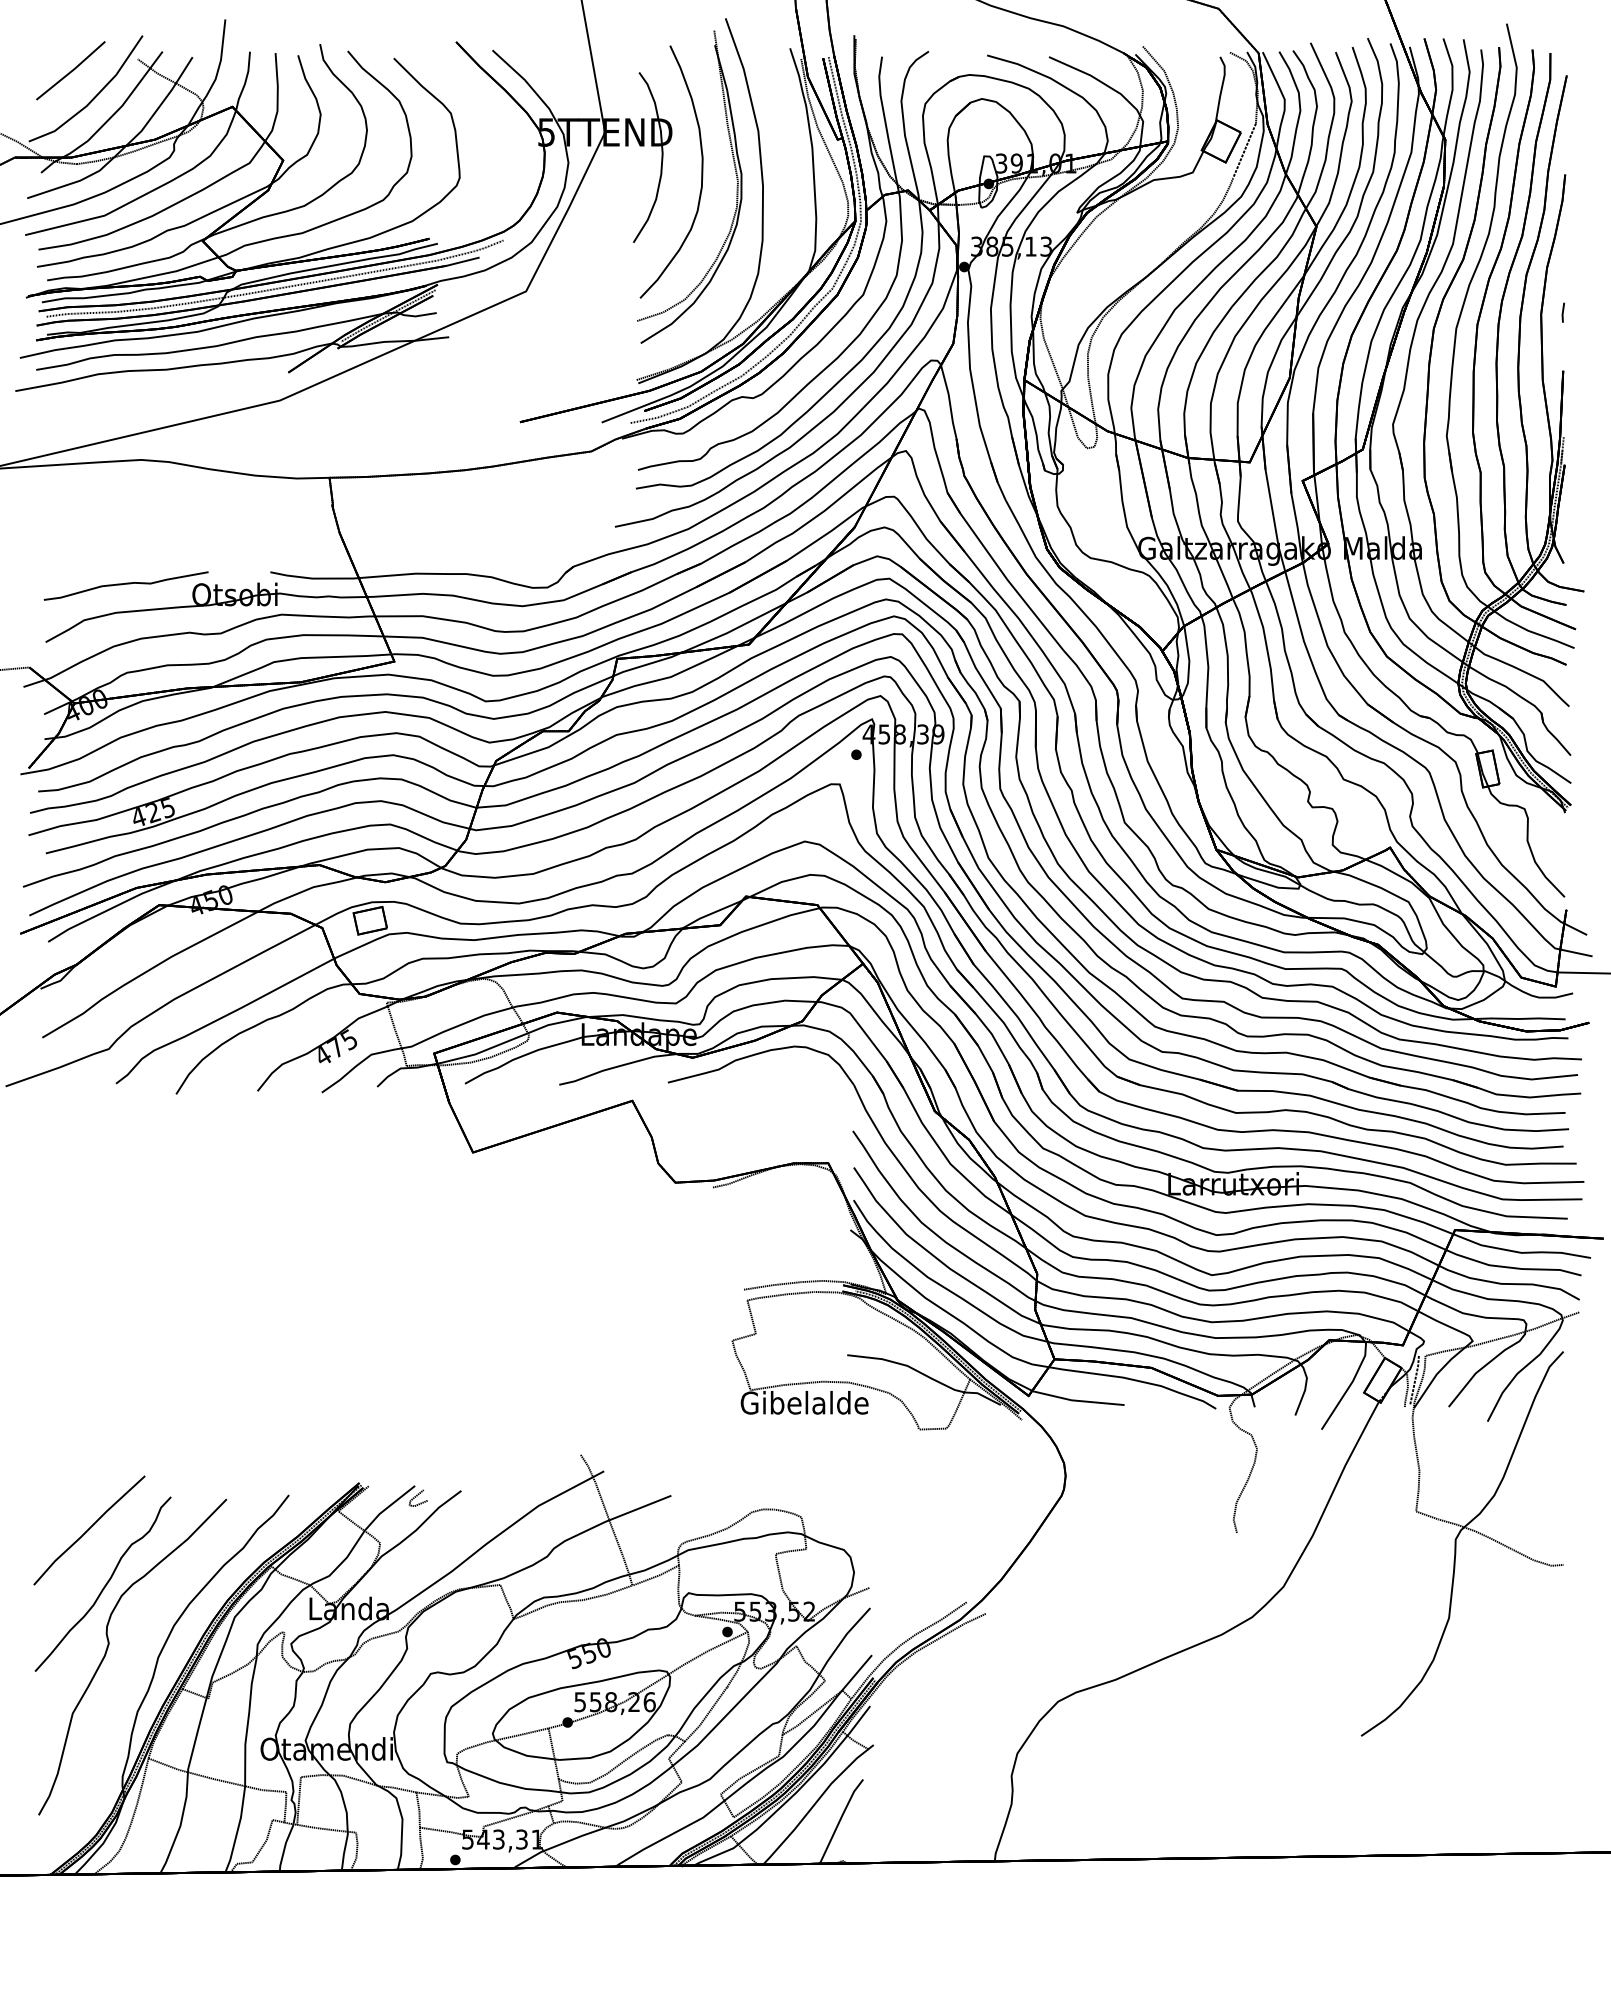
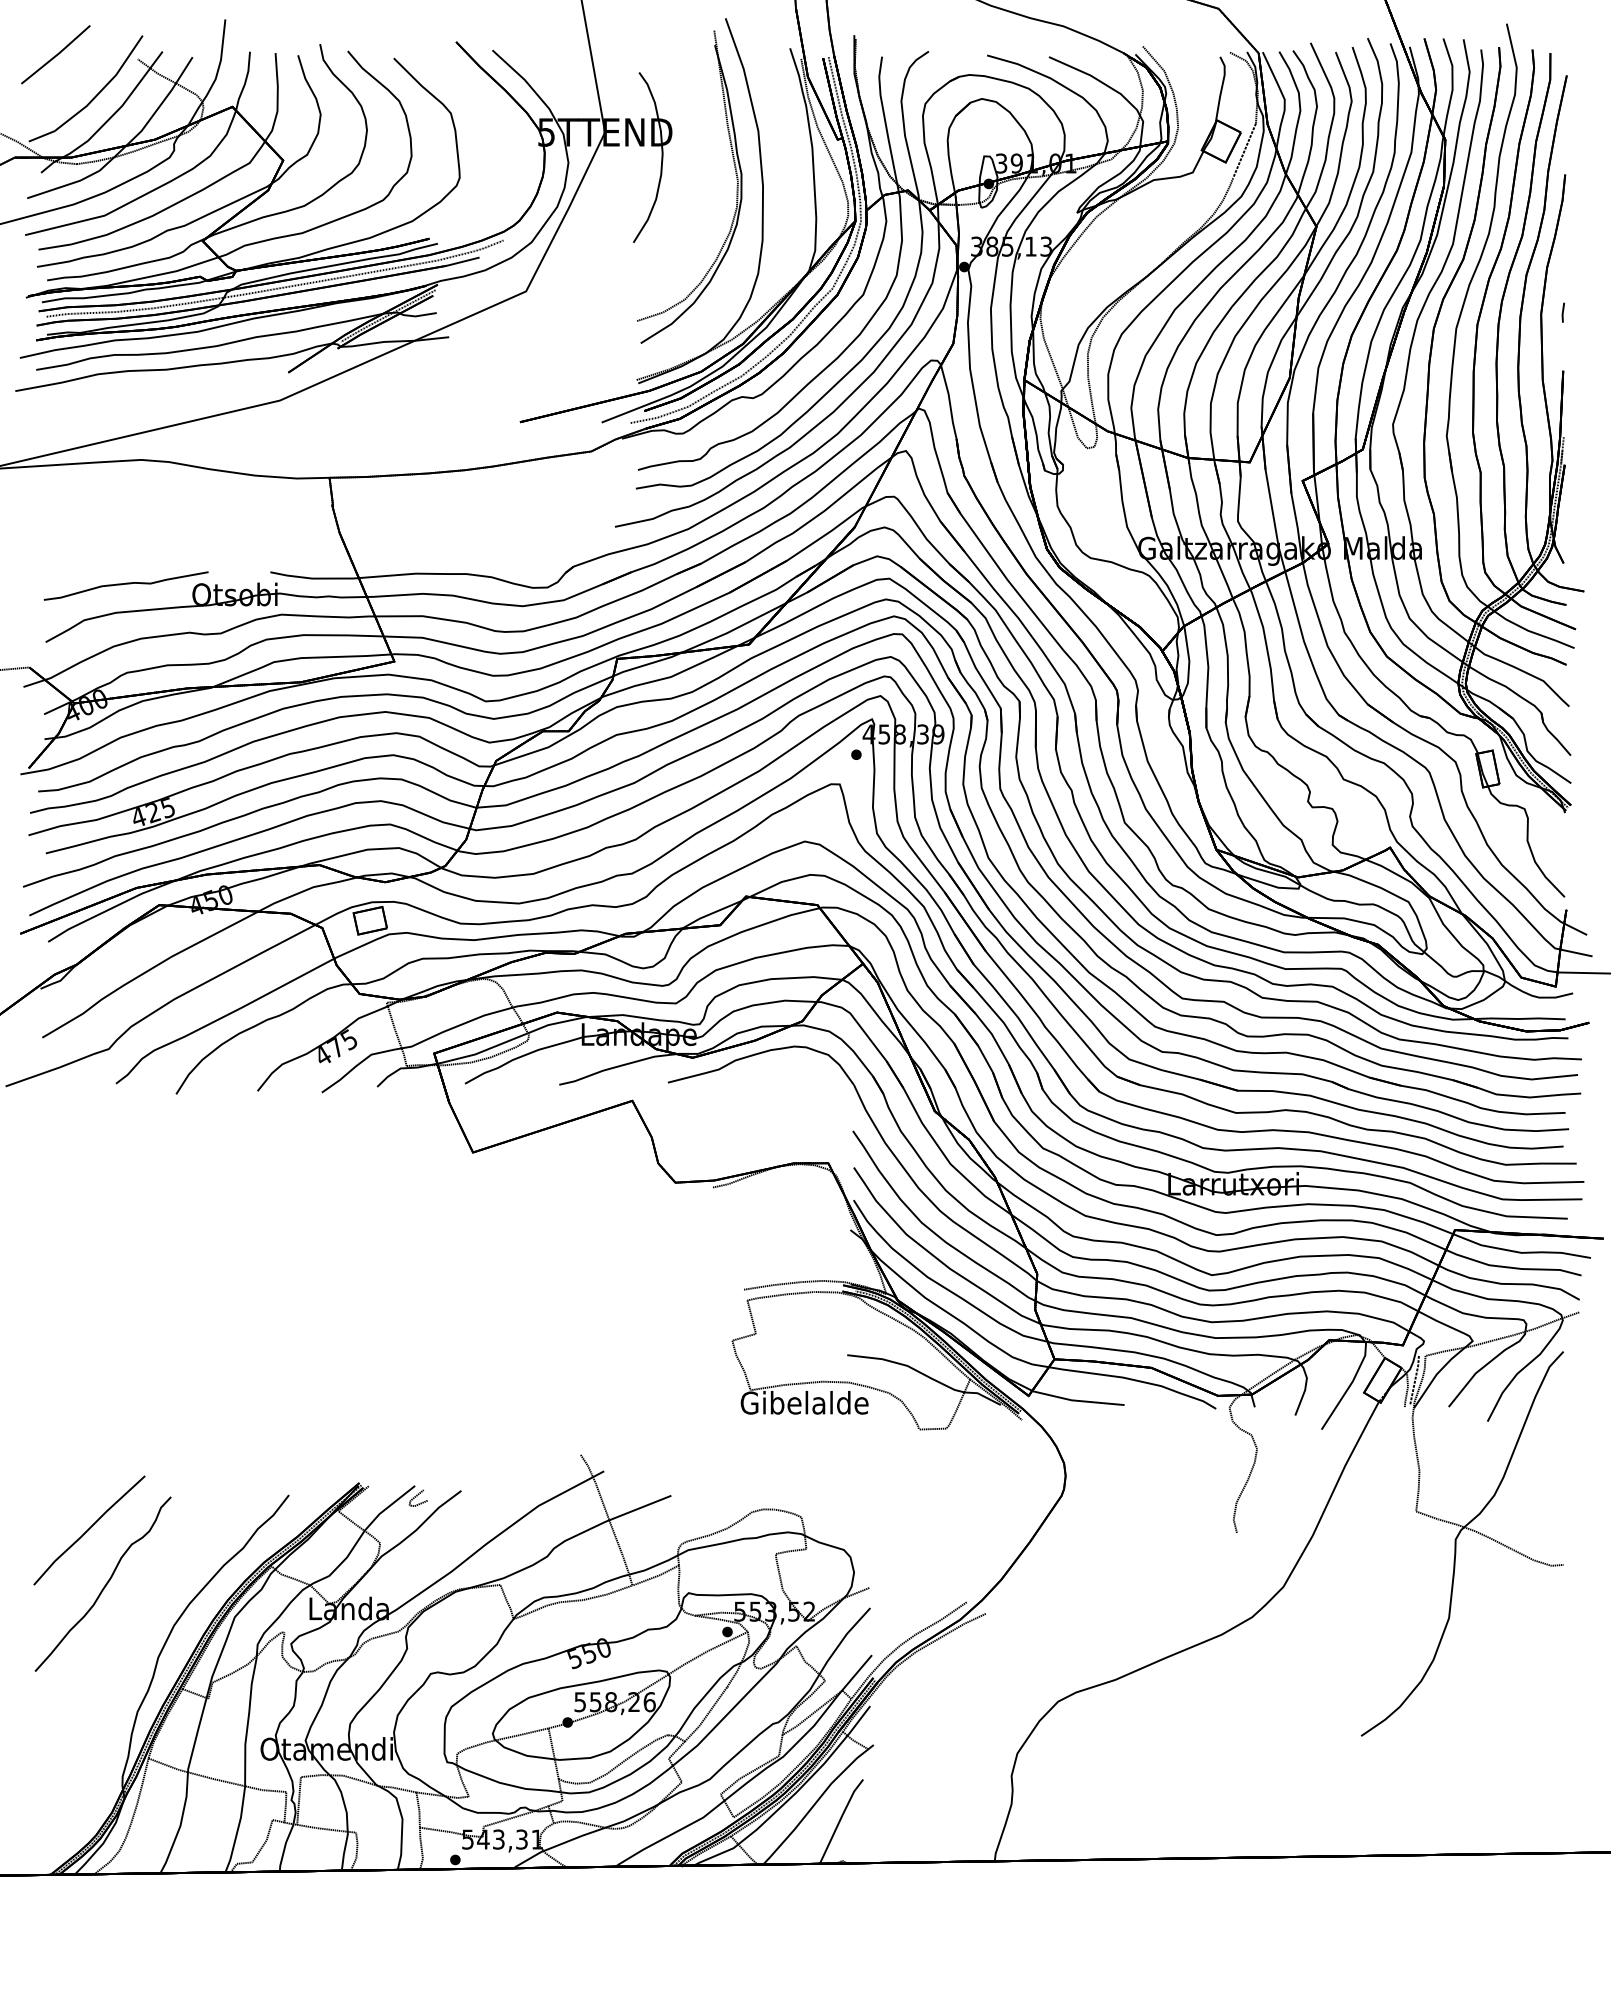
line at (71, 70) position: (71, 70) -> (56, 54)
curve at (701, 171): present -> none
part at (108, 1648): present -> none
